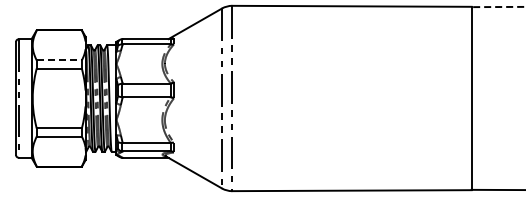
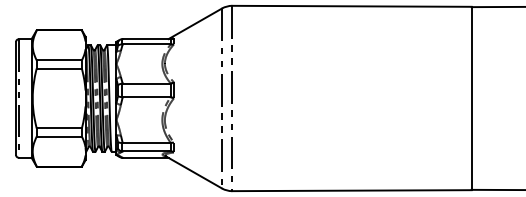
line at (498, 7): dashed -> solid
line at (59, 60): dashed -> solid
